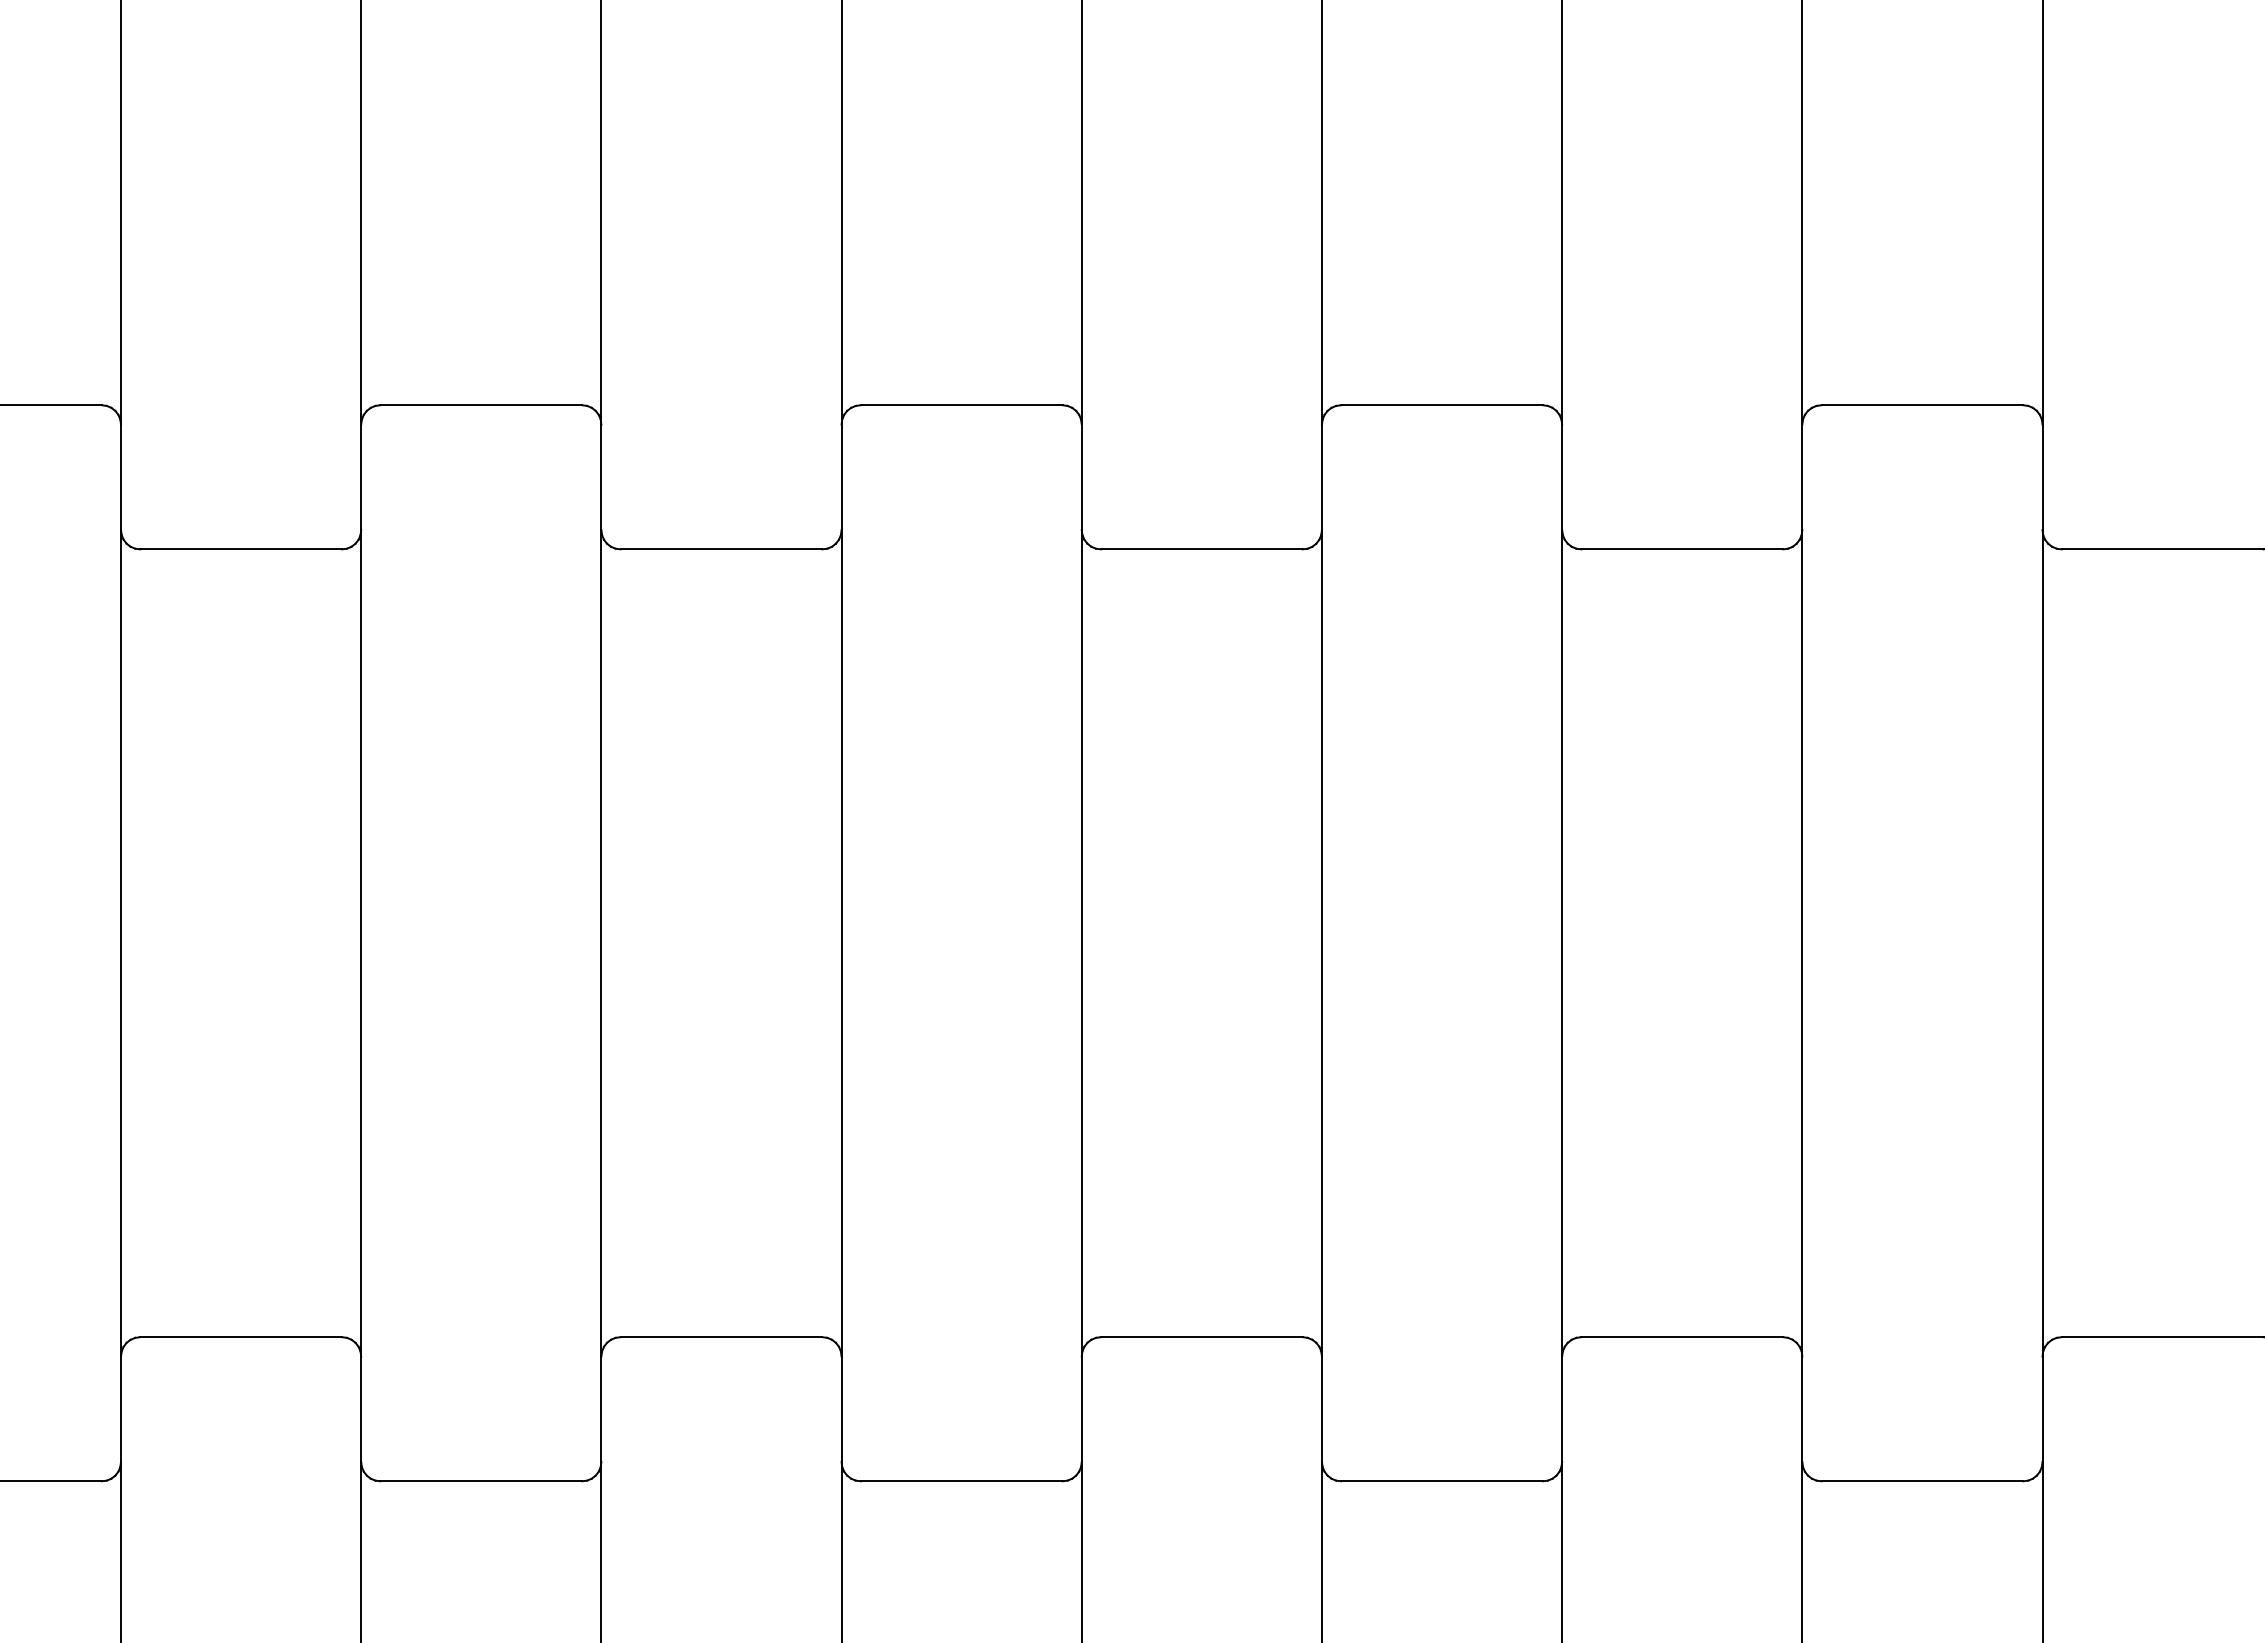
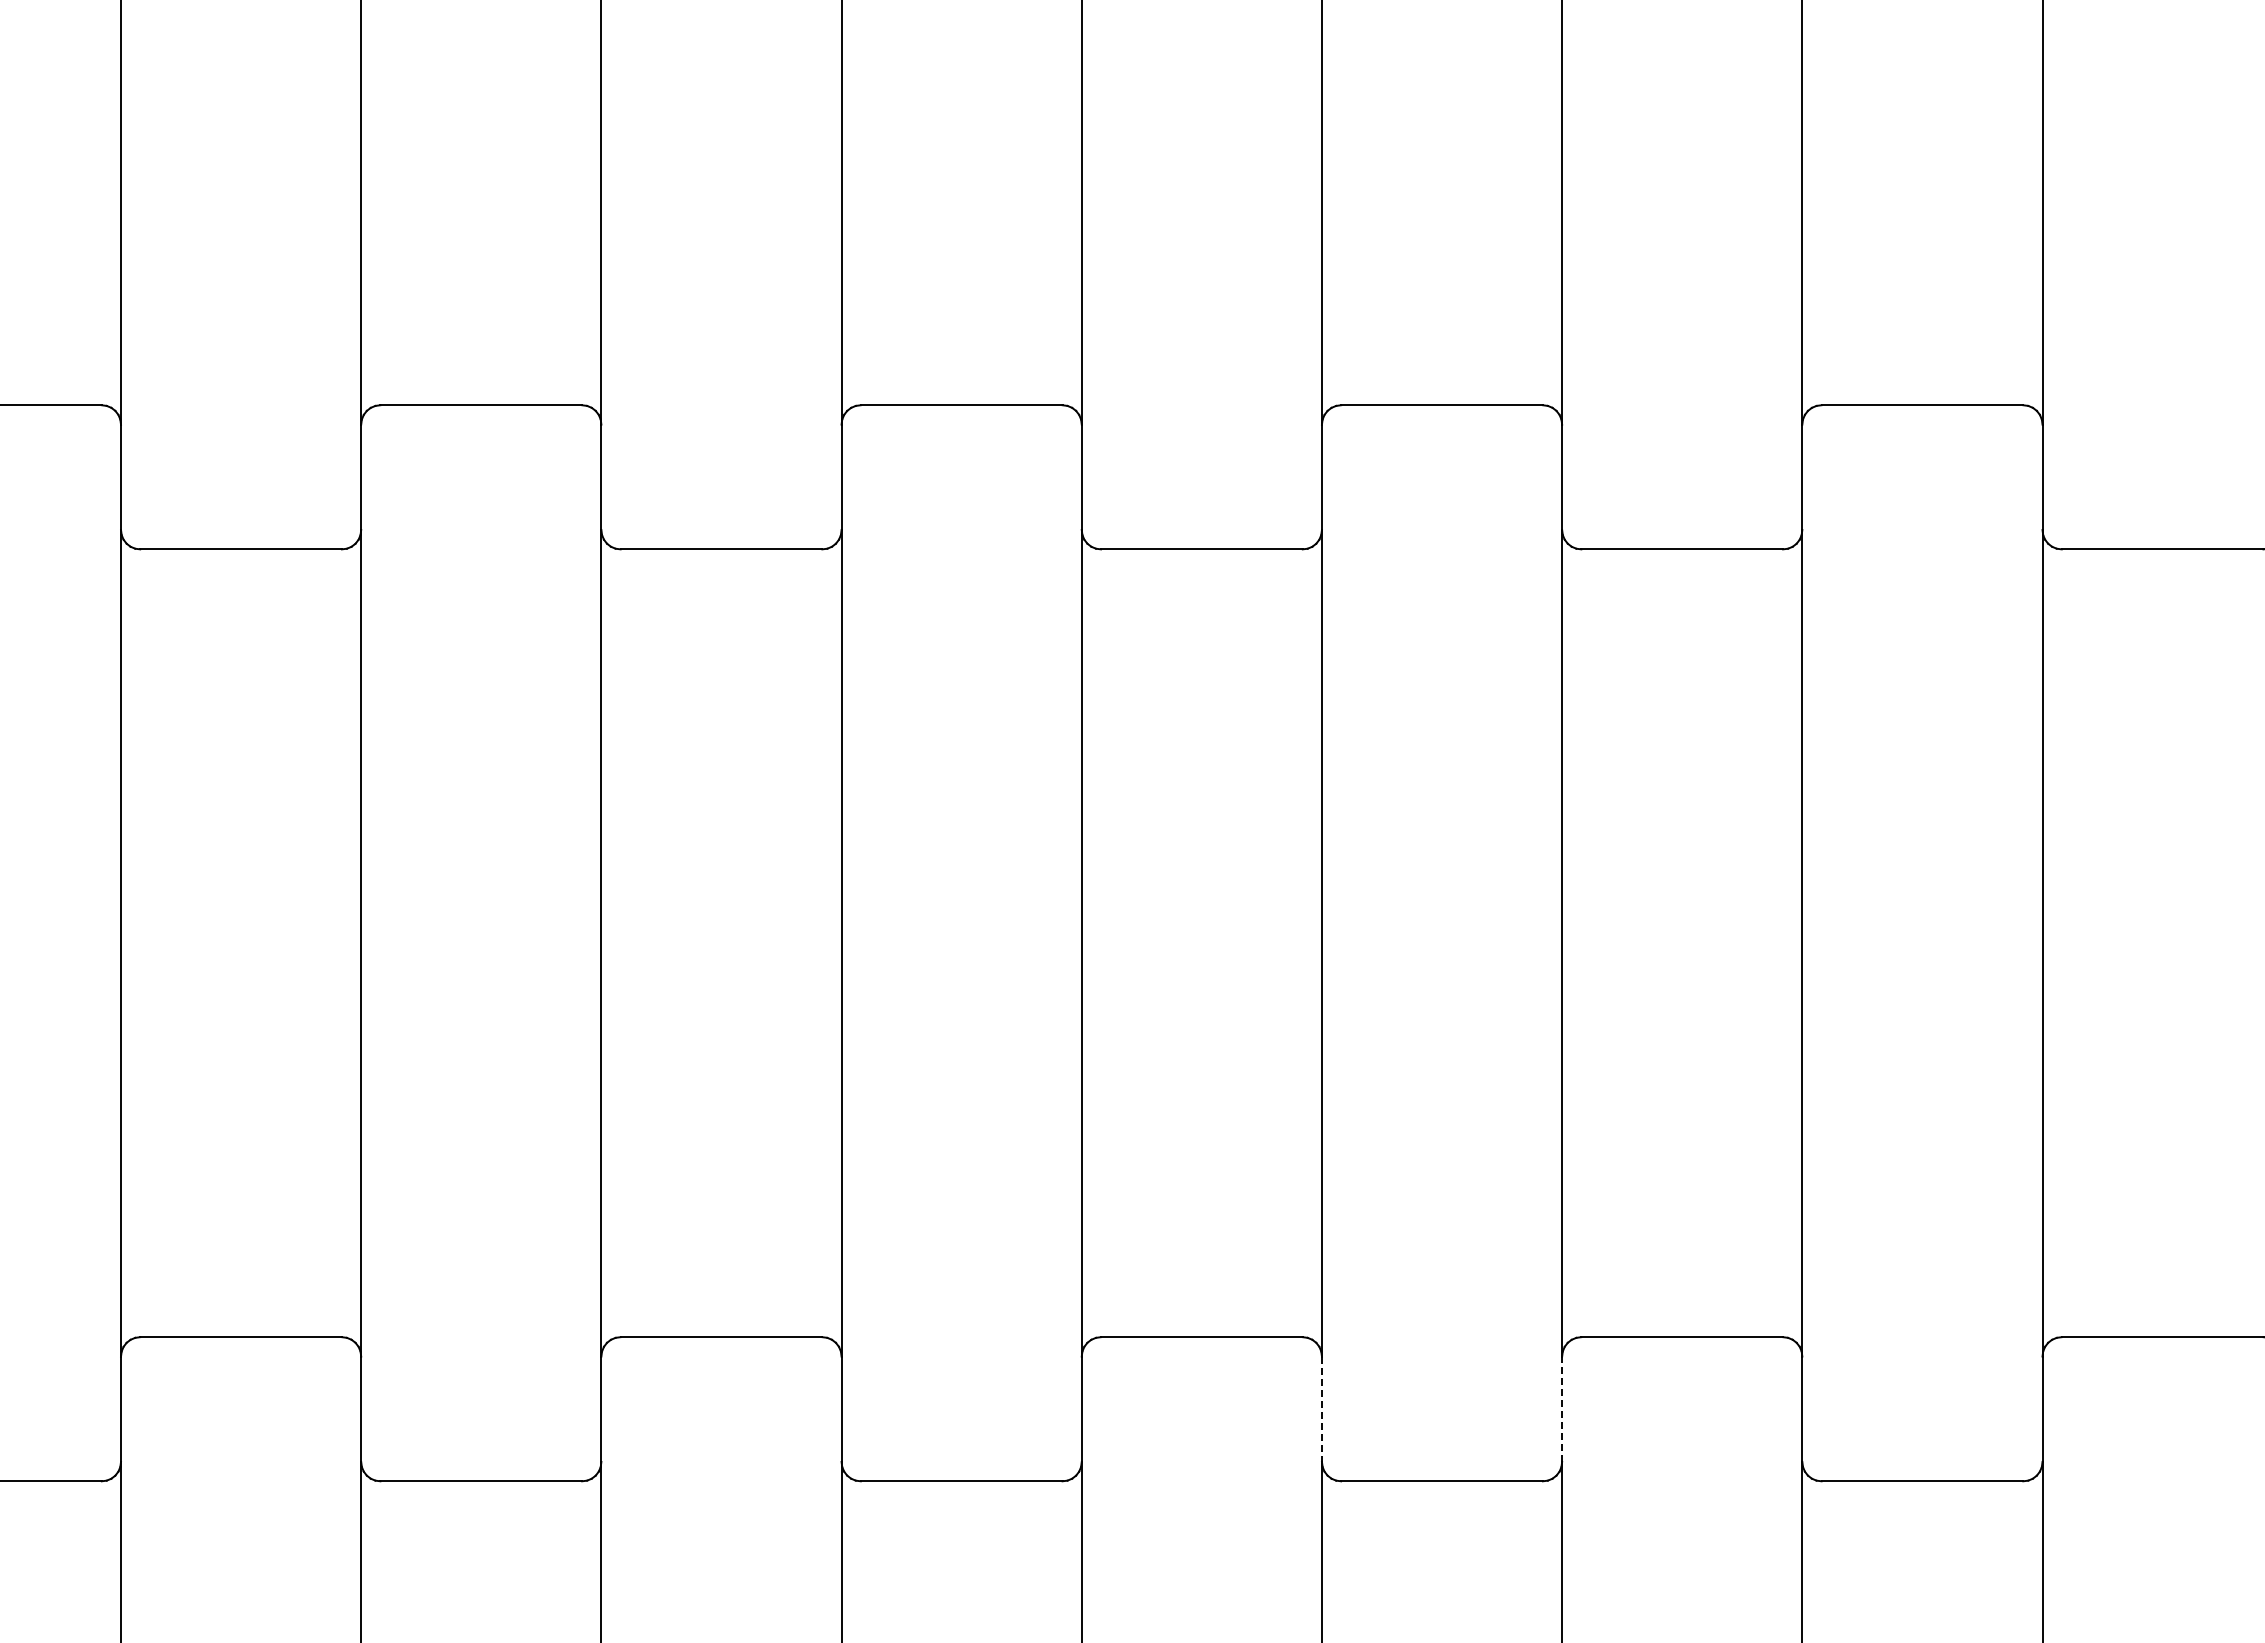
line at (1321, 1409): solid -> dashed
line at (1562, 1409): solid -> dashed
